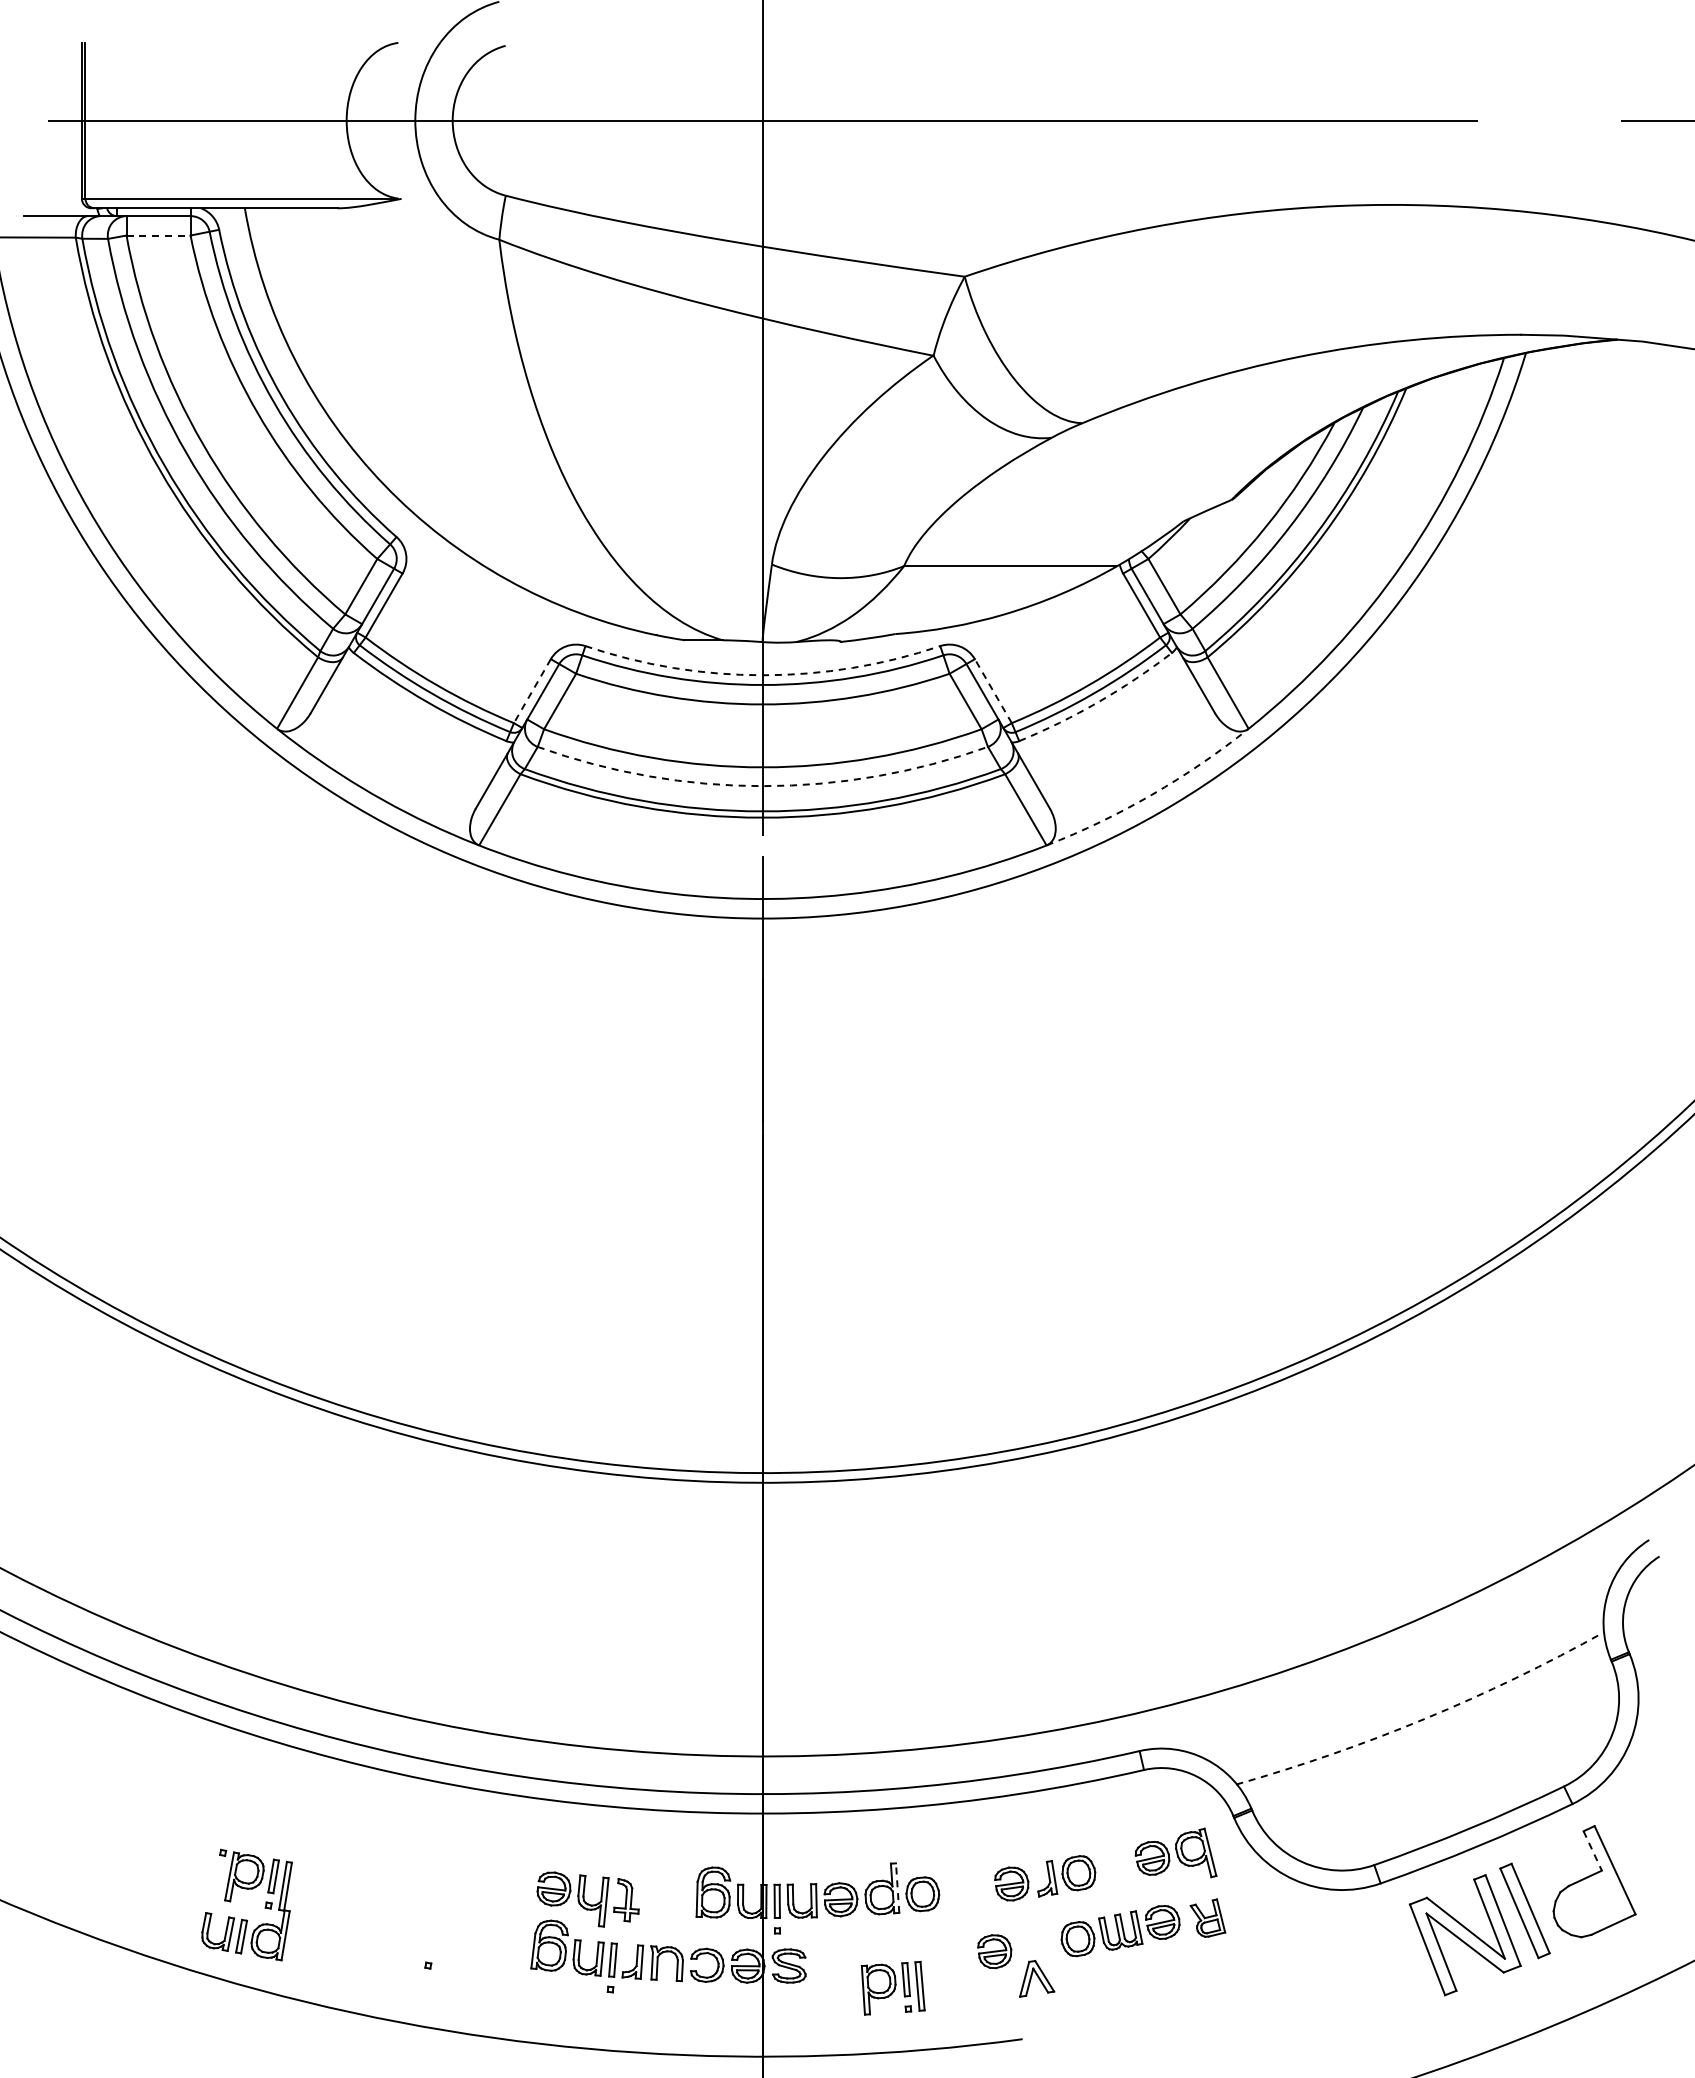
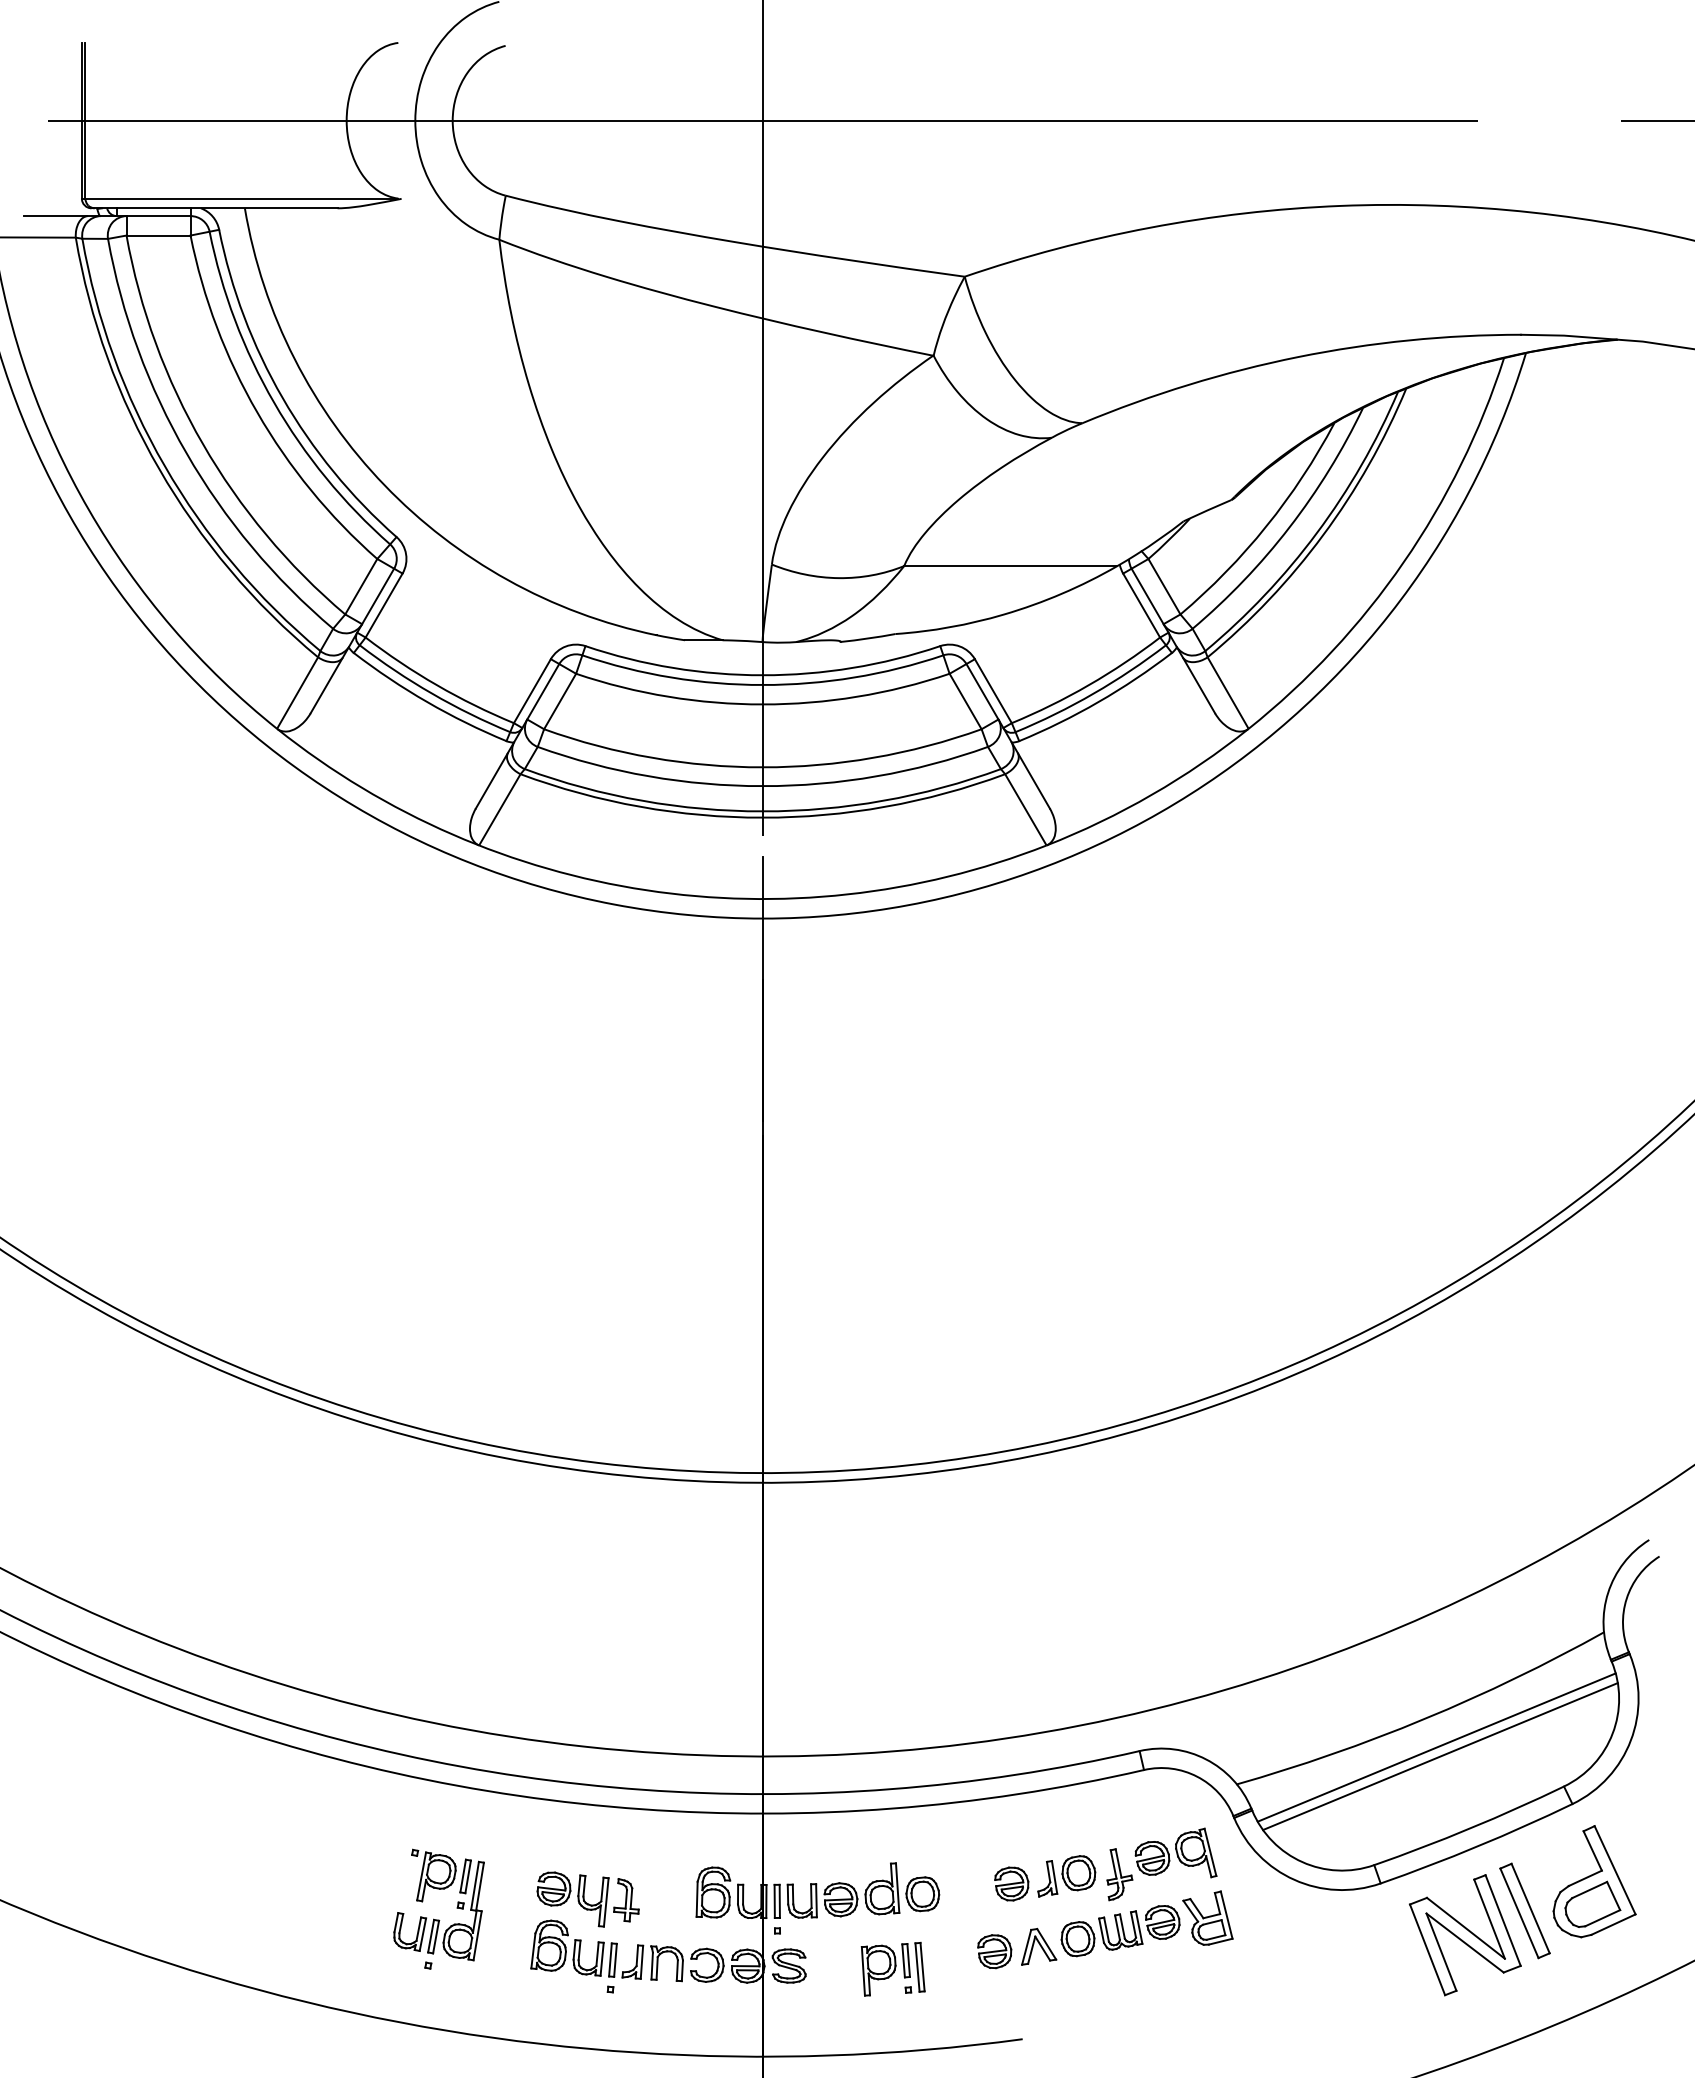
line at (159, 235): dashed -> solid
arc at (762, 675): dashed -> solid
line at (532, 691): dashed -> solid
line at (993, 691): dashed -> solid
arc at (1098, 702): dashed -> solid
arc at (762, 786): dashed -> solid
arc at (1152, 794): dashed -> solid
arc at (1424, 1718): dashed -> solid
line at (1436, 1747): none -> present
line at (1440, 1756): none -> present
line at (1592, 1850): dashed -> solid
part at (1119, 1874): none -> present
line at (897, 1888): dashed -> solid
part at (1592, 1903): none -> present
part at (1207, 1917) size: 38x40 px -> 52x56 px
part at (241, 1918) position: (241, 1918) -> (433, 1918)
part at (1037, 1978) position: (1037, 1978) -> (1039, 1946)
part at (892, 1987) position: (892, 1987) -> (892, 1968)
